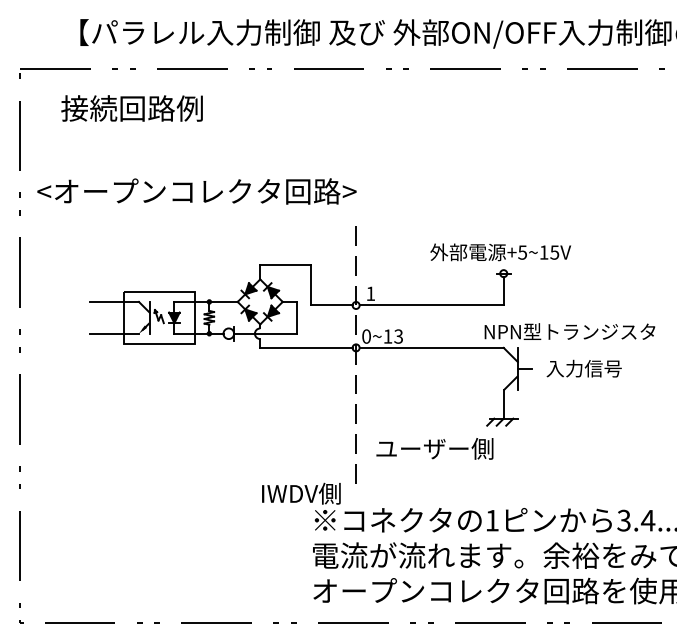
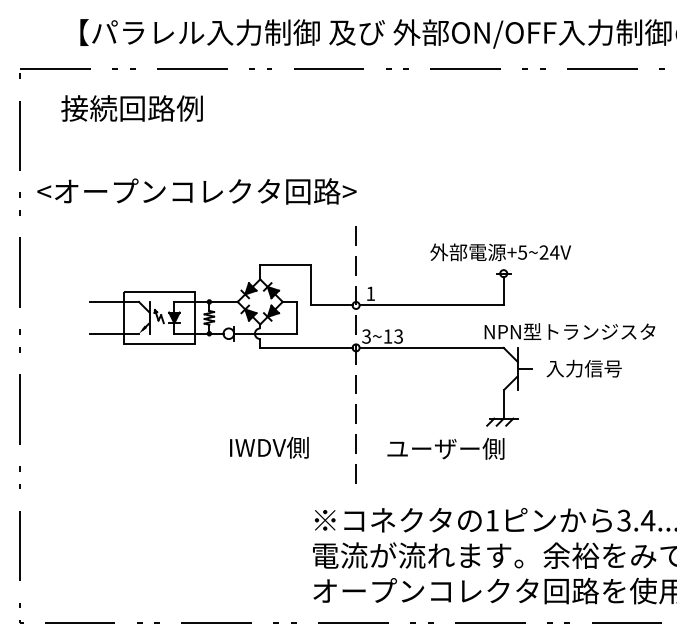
text at (549, 252): +5~15V -> +5~24V
text at (366, 336): 0~13 -> 3~13
text at (434, 448) position: (434, 448) -> (445, 448)
text at (301, 493) position: (301, 493) -> (269, 447)
